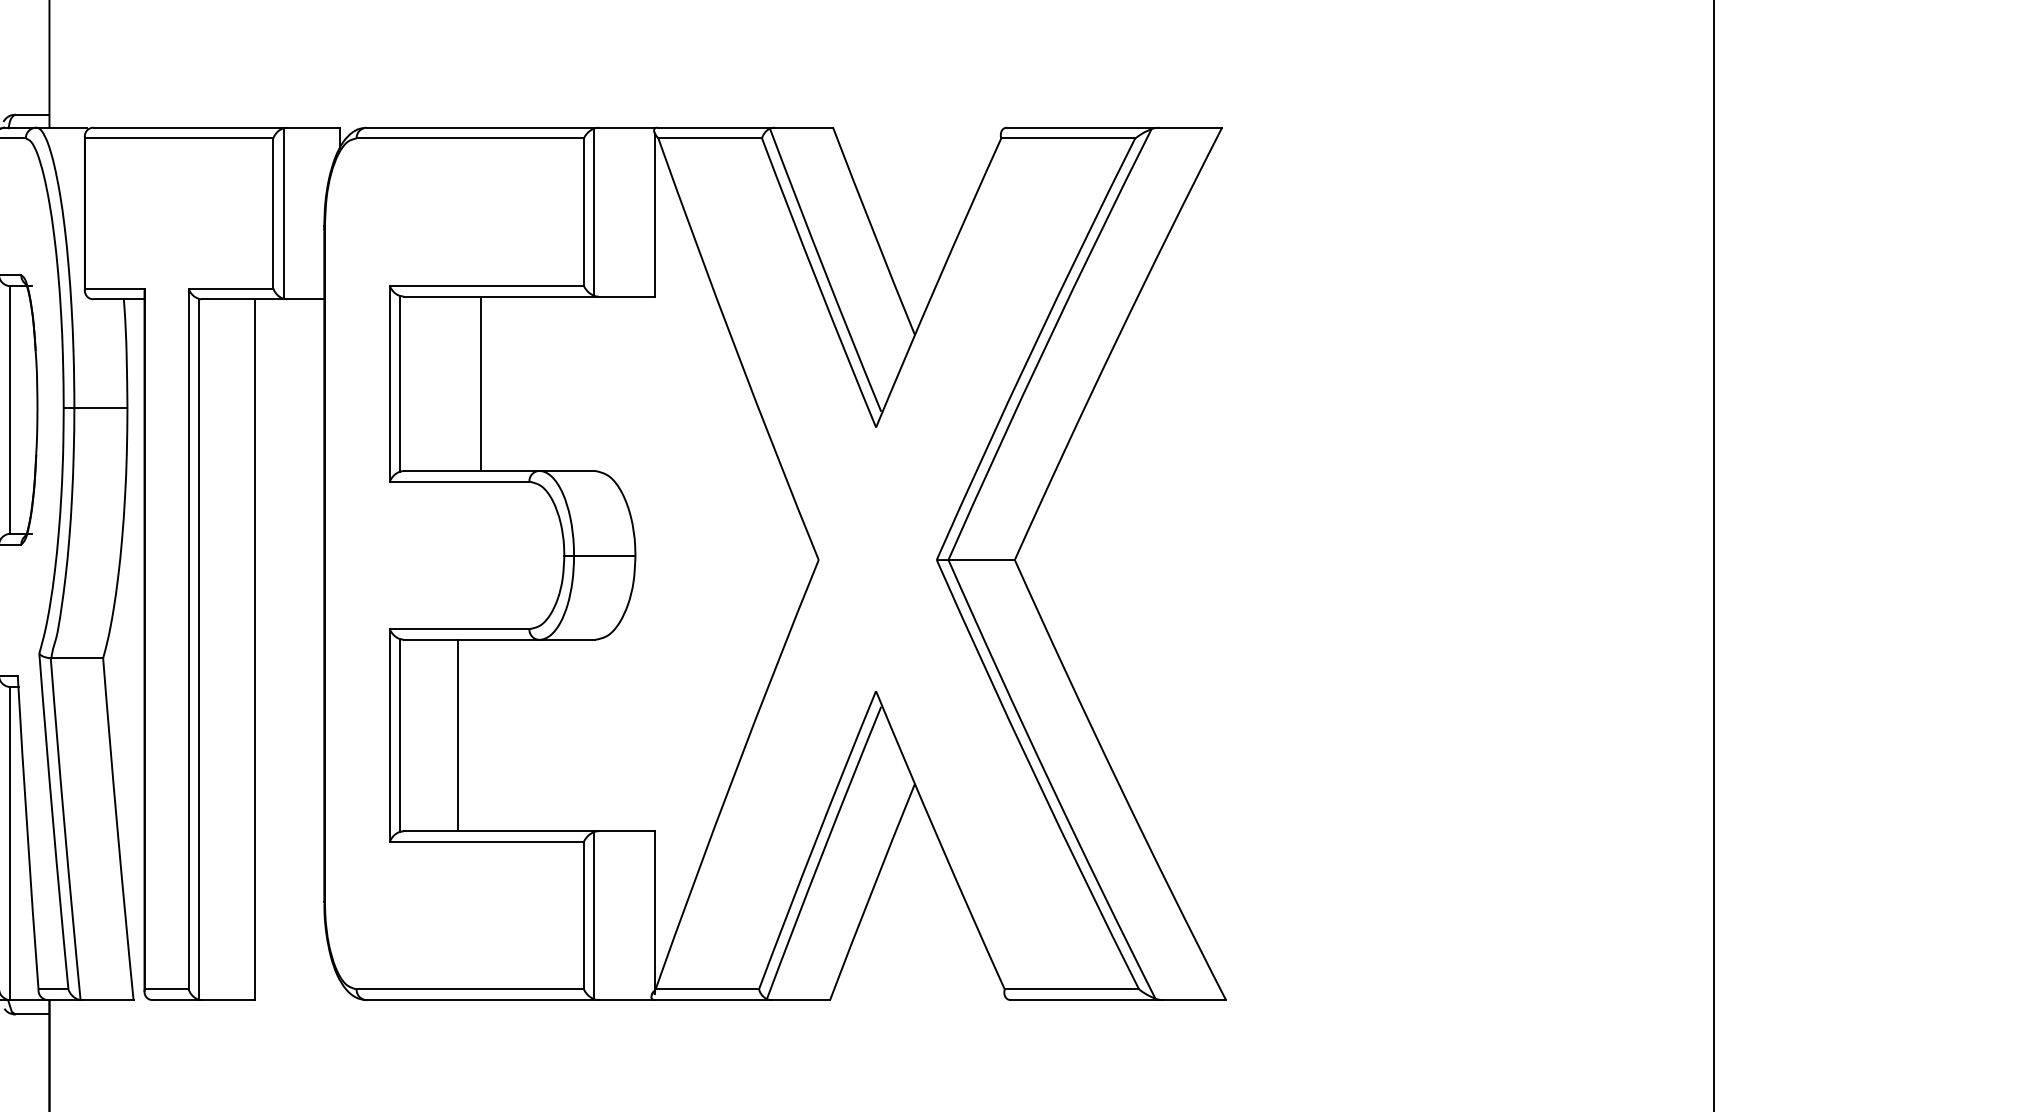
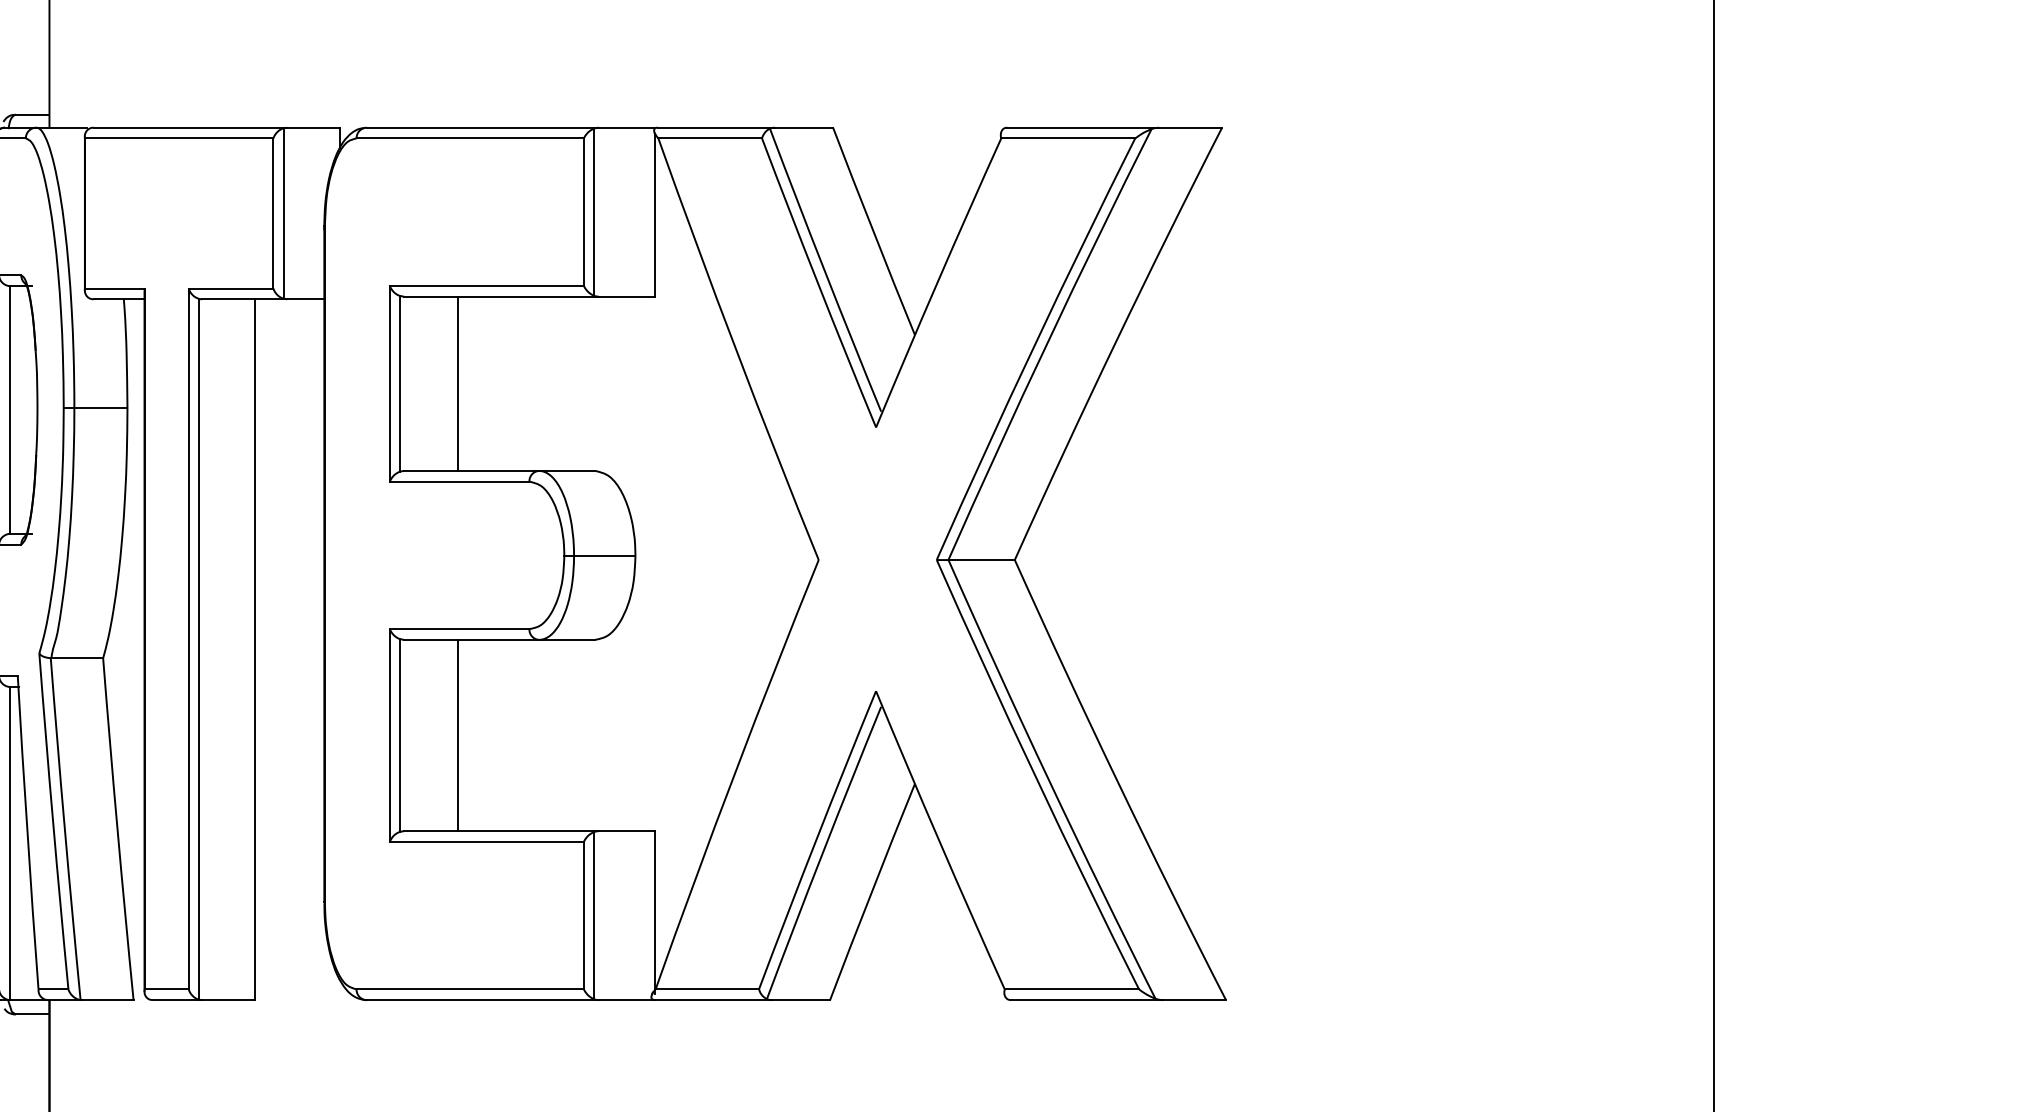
line at (481, 383) position: (481, 383) -> (458, 383)
